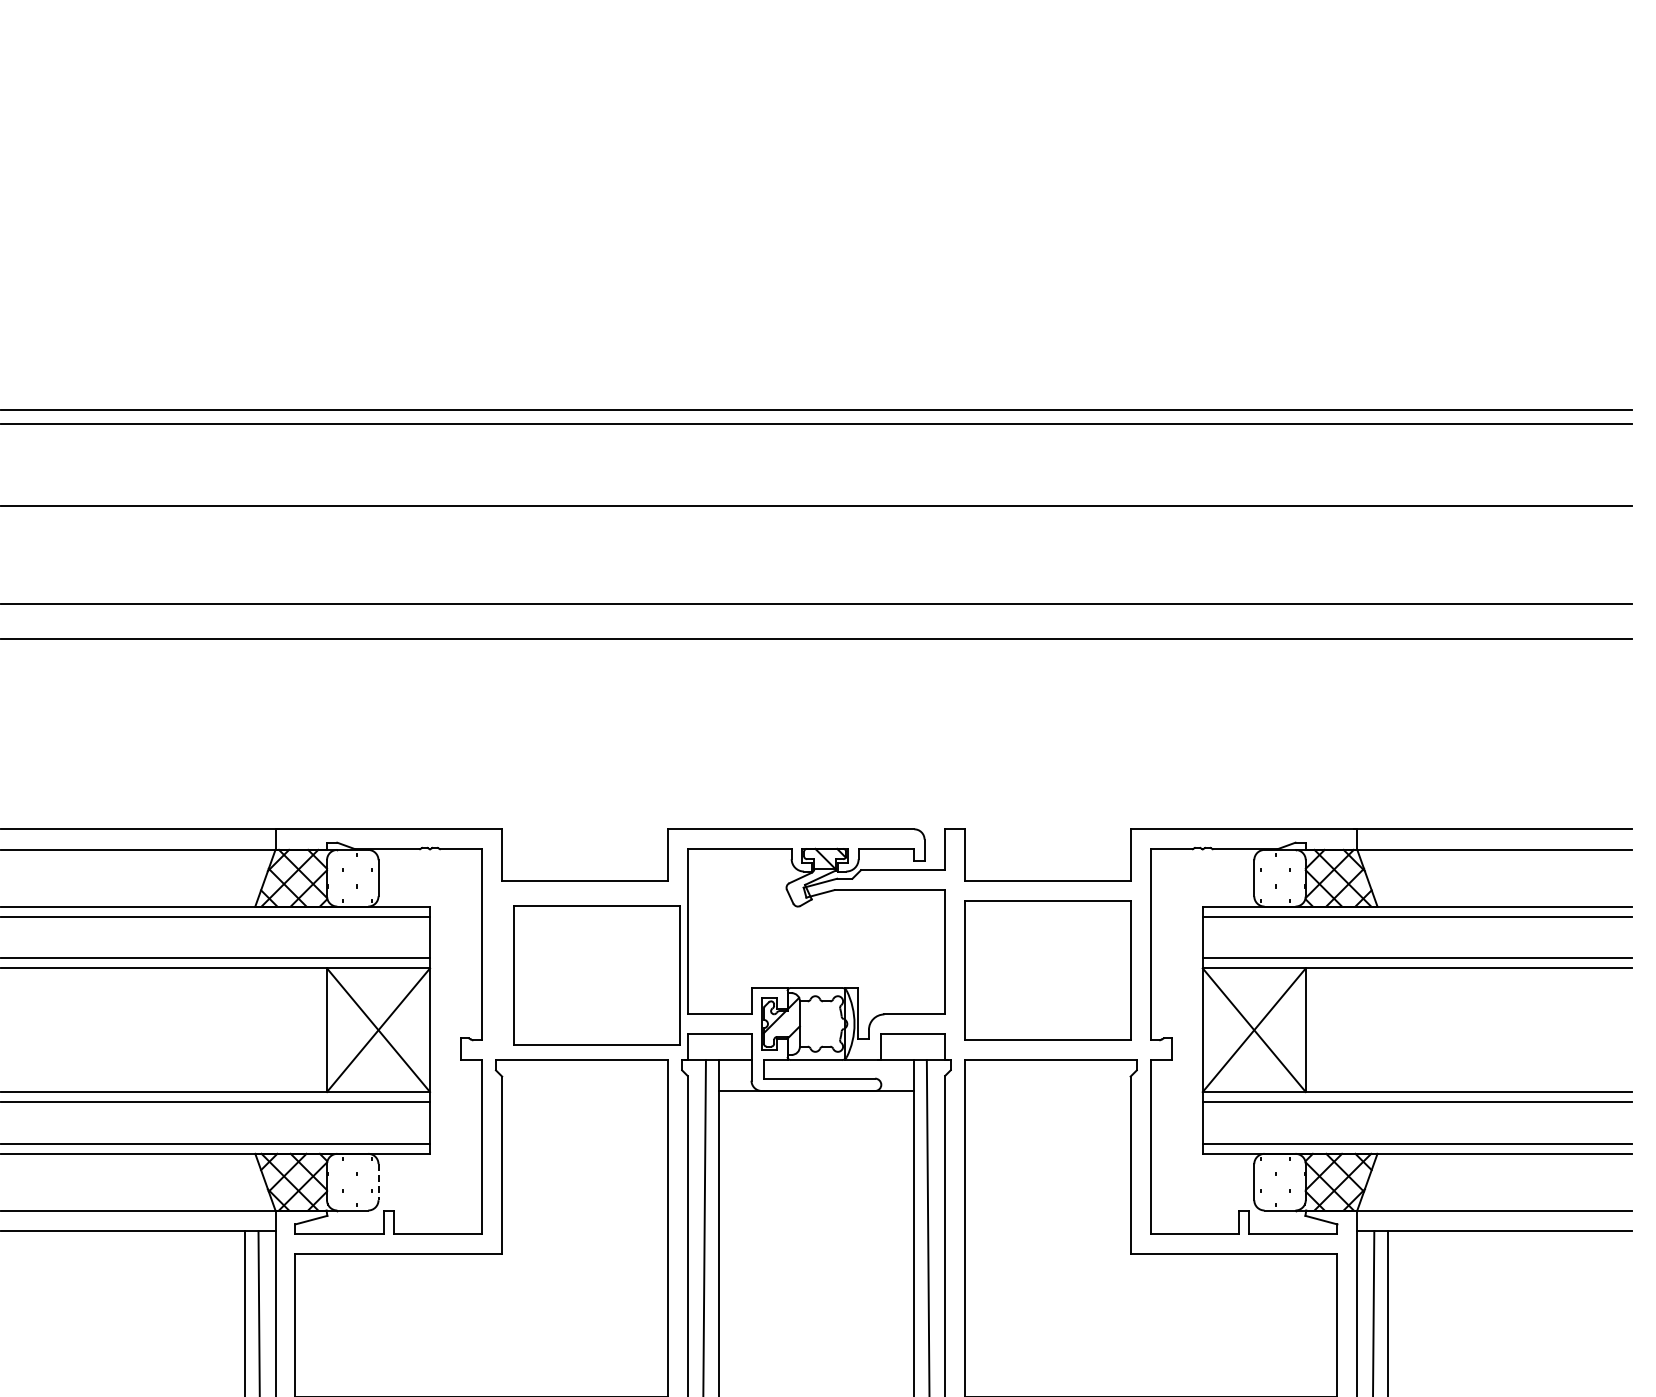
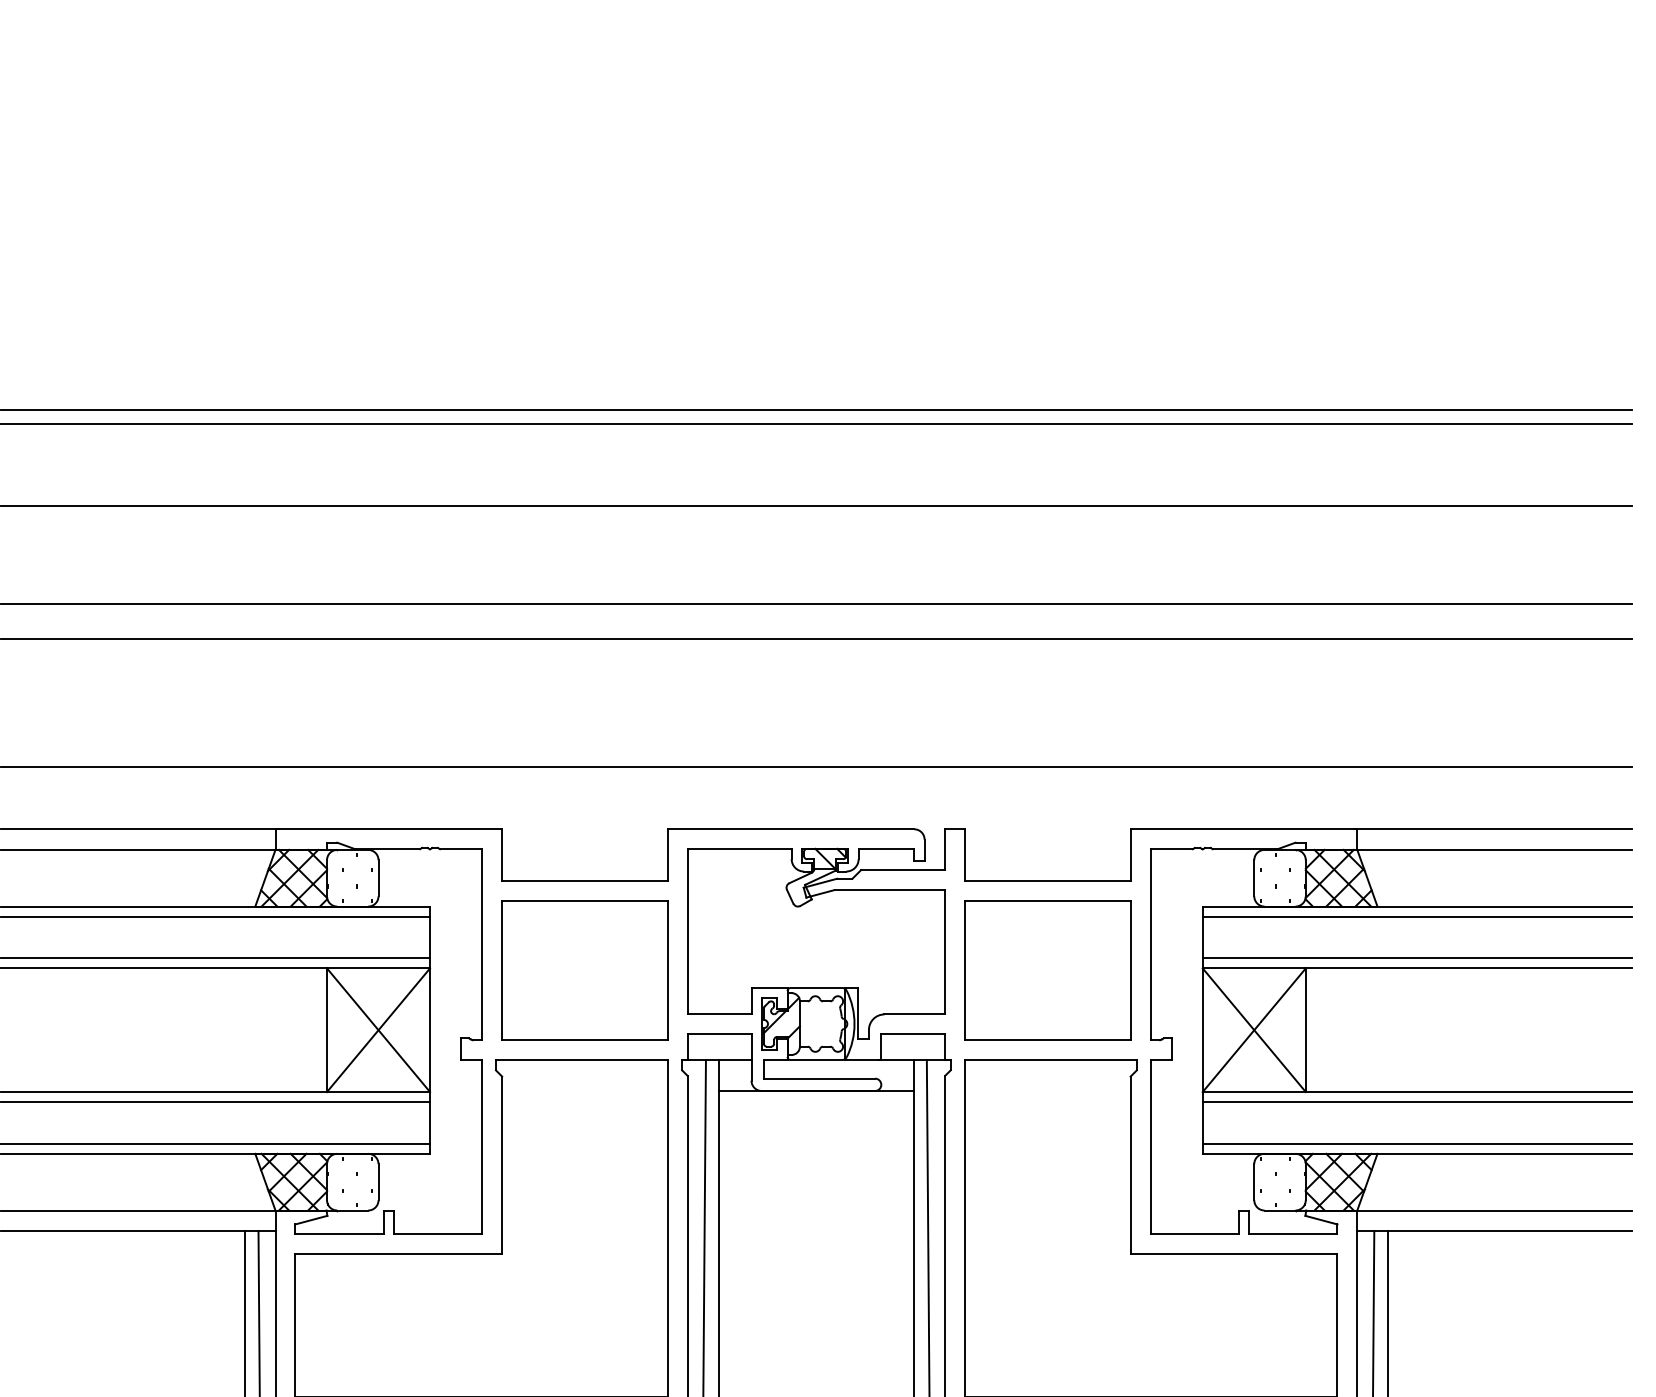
line at (816, 767): none -> present
part at (596, 975) position: (596, 975) -> (584, 970)
line at (378, 1182): dashed -> solid
